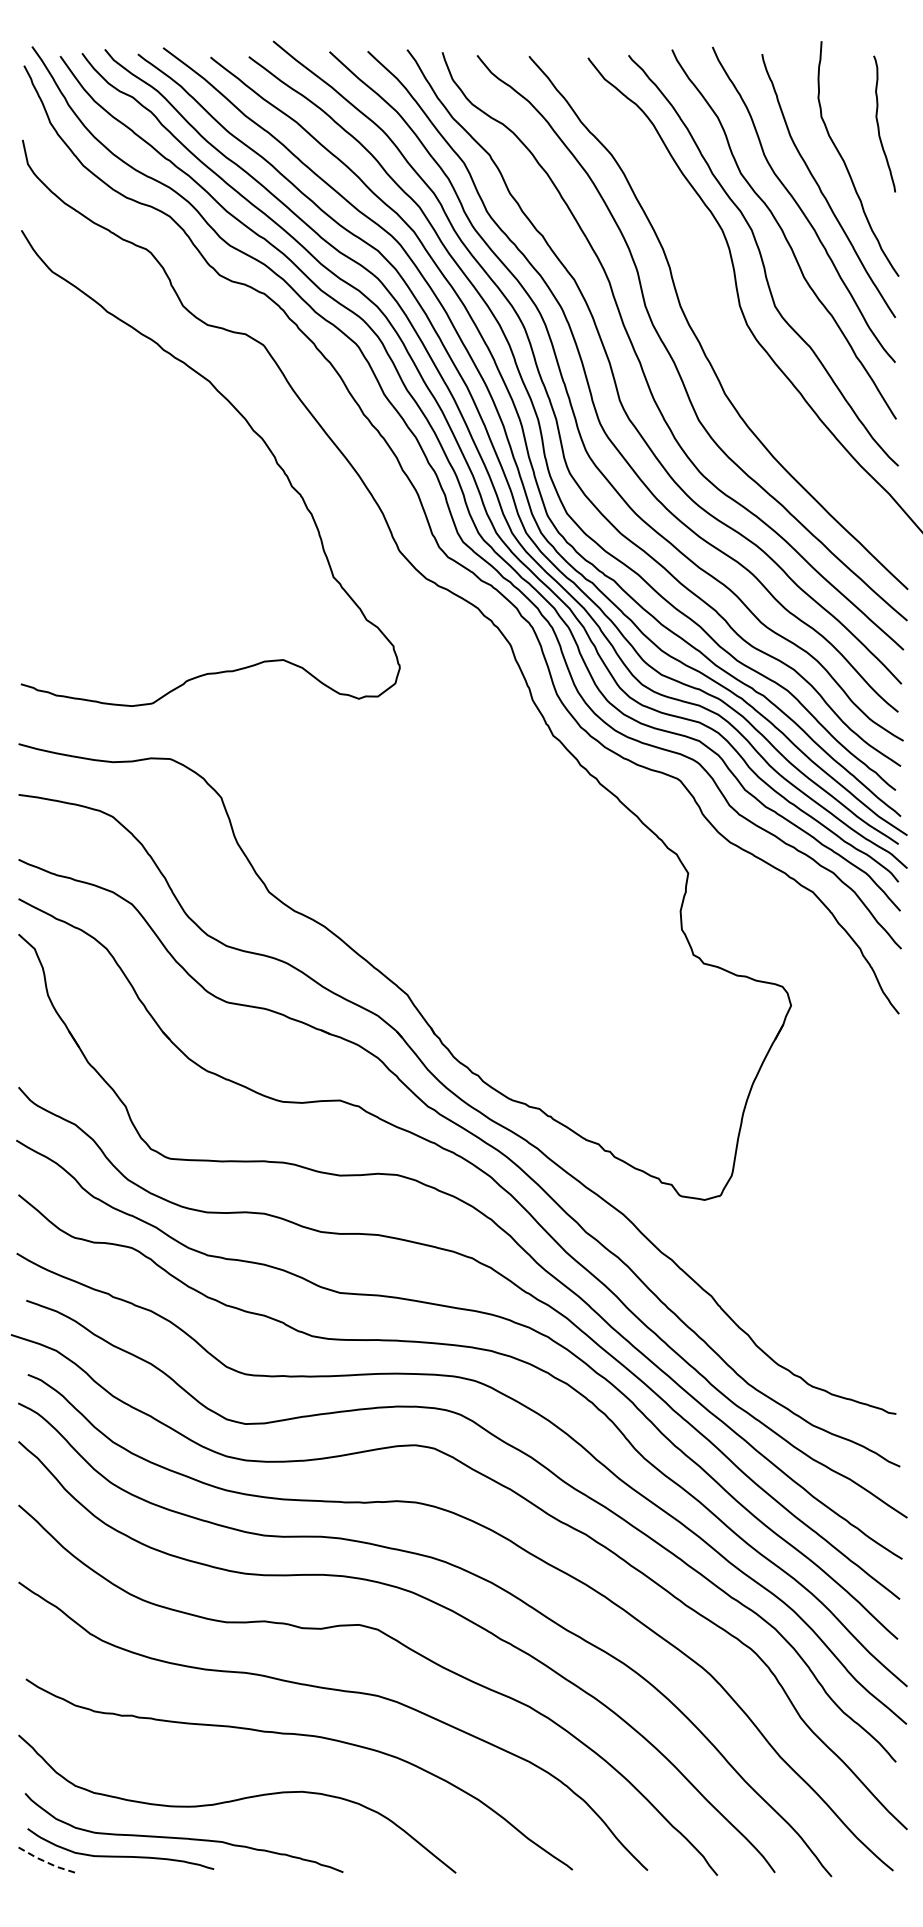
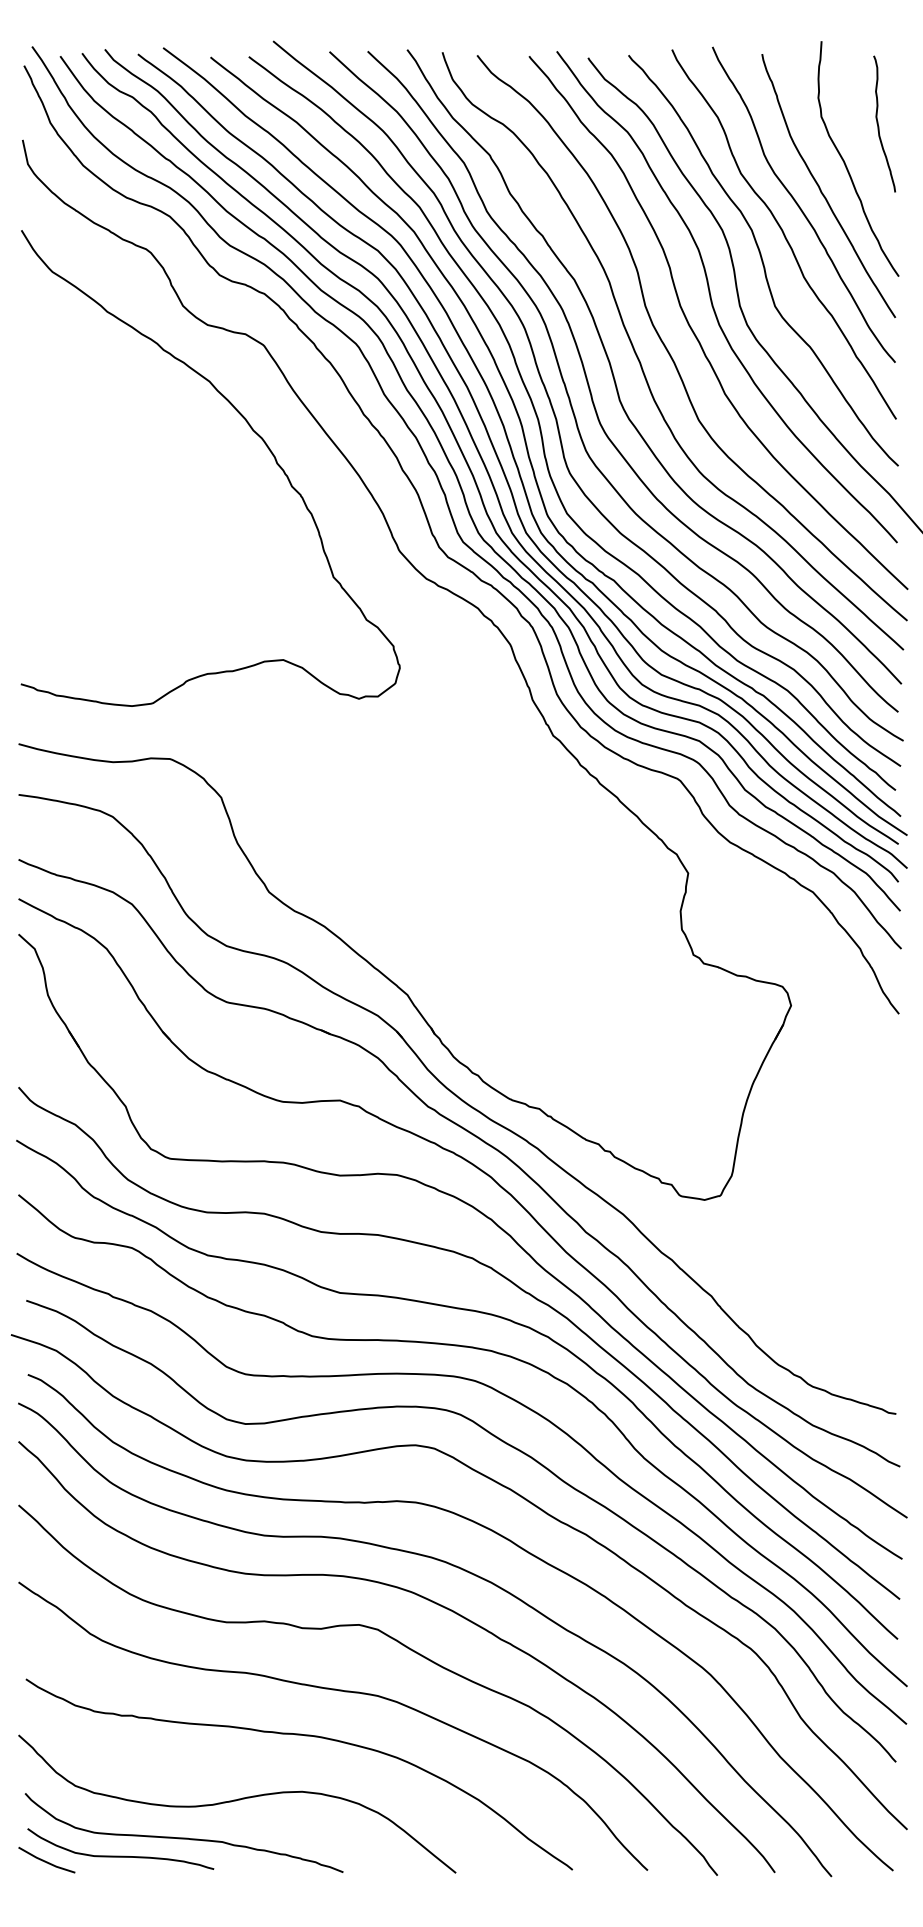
curve at (712, 300): none -> present
line at (46, 1862): dashed -> solid
